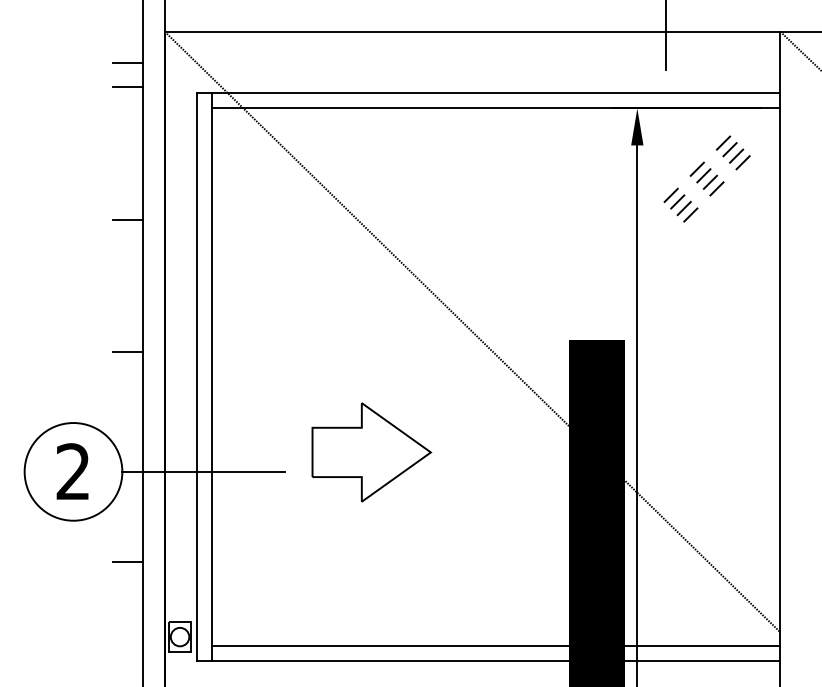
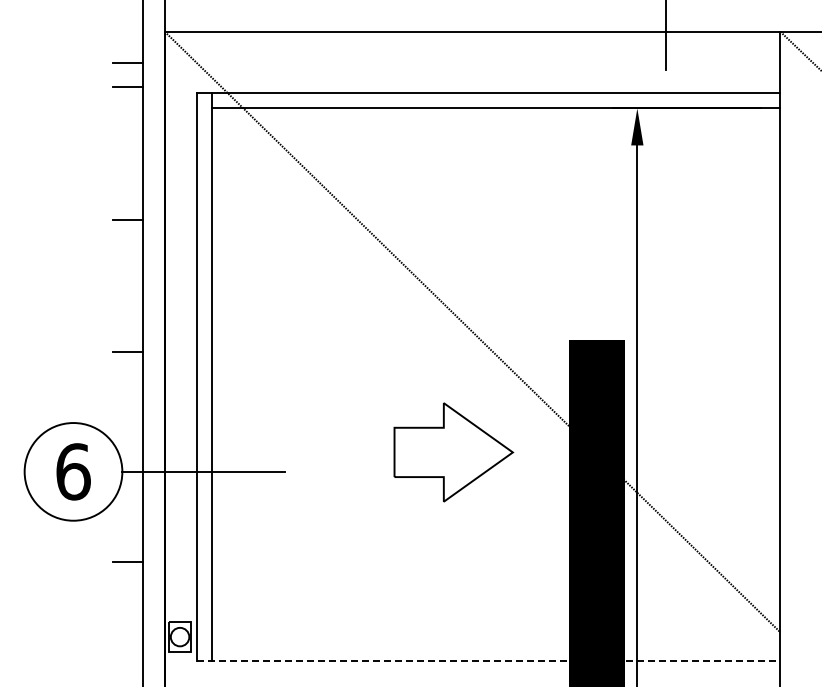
part at (706, 178): present -> none
part at (371, 452) position: (371, 452) -> (453, 452)
text at (73, 471): 2 -> 6
line at (496, 645): present -> none
line at (488, 660): solid -> dashed
